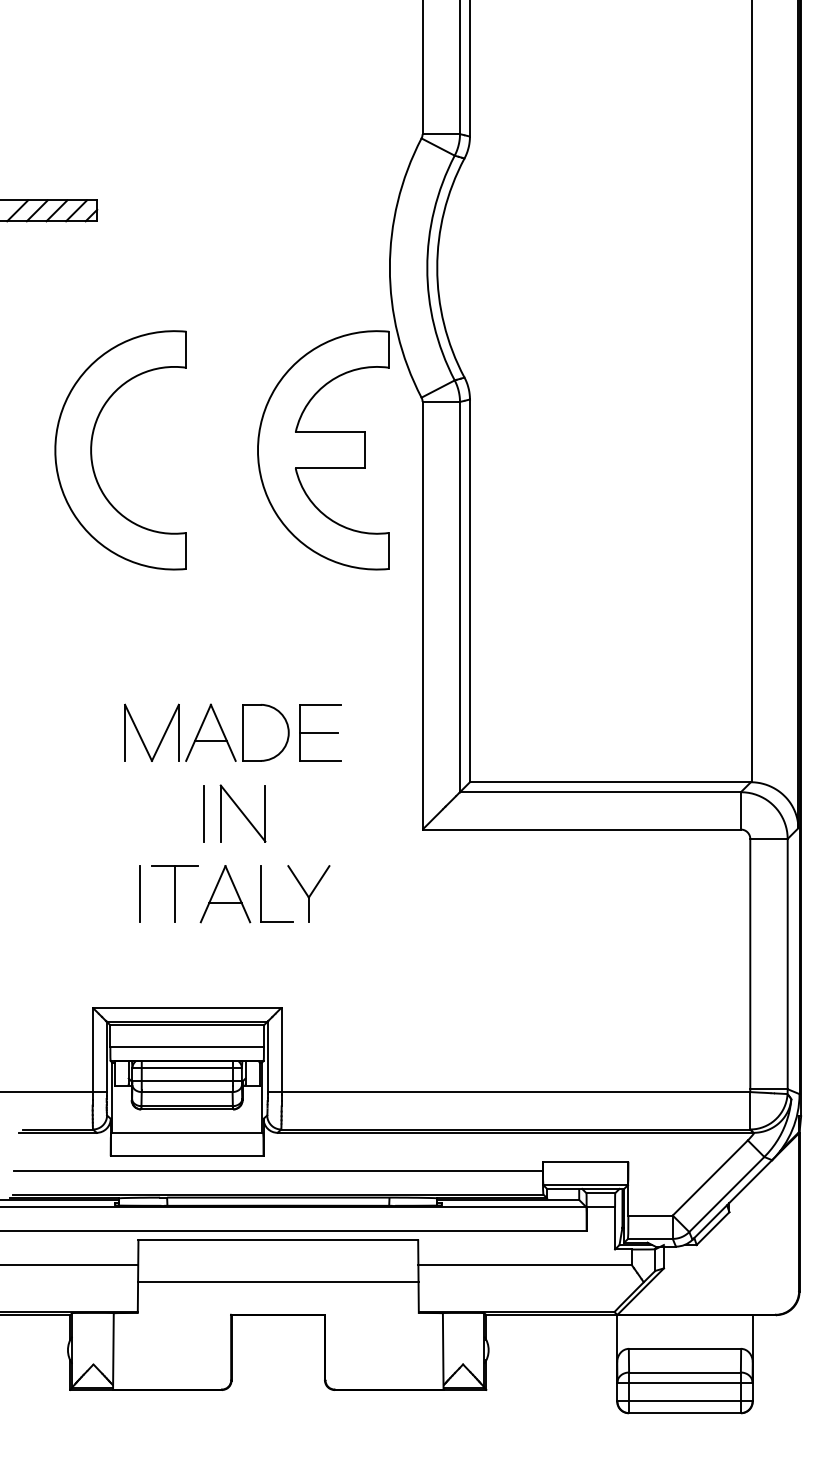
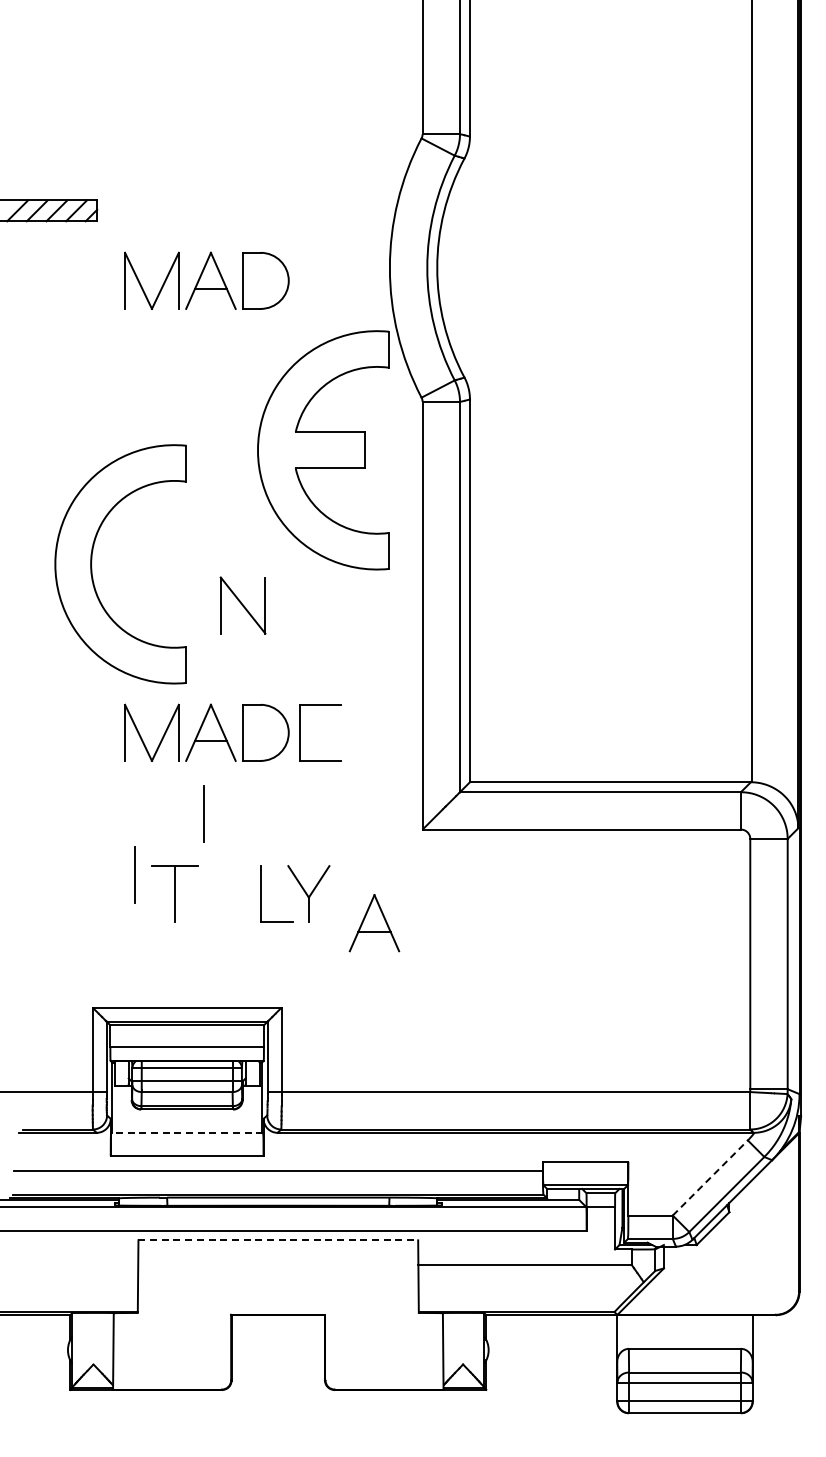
part at (206, 280): none -> present
part at (92, 453) position: (92, 453) -> (92, 567)
line at (318, 732): present -> none
part at (242, 813) position: (242, 813) -> (242, 605)
line at (139, 893) position: (139, 893) -> (134, 874)
part at (225, 894) position: (225, 894) -> (374, 923)
line at (186, 1132): solid -> dashed
line at (710, 1177): solid -> dashed
line at (278, 1240): solid -> dashed
line at (70, 1265): present -> none
line at (278, 1282): present -> none
